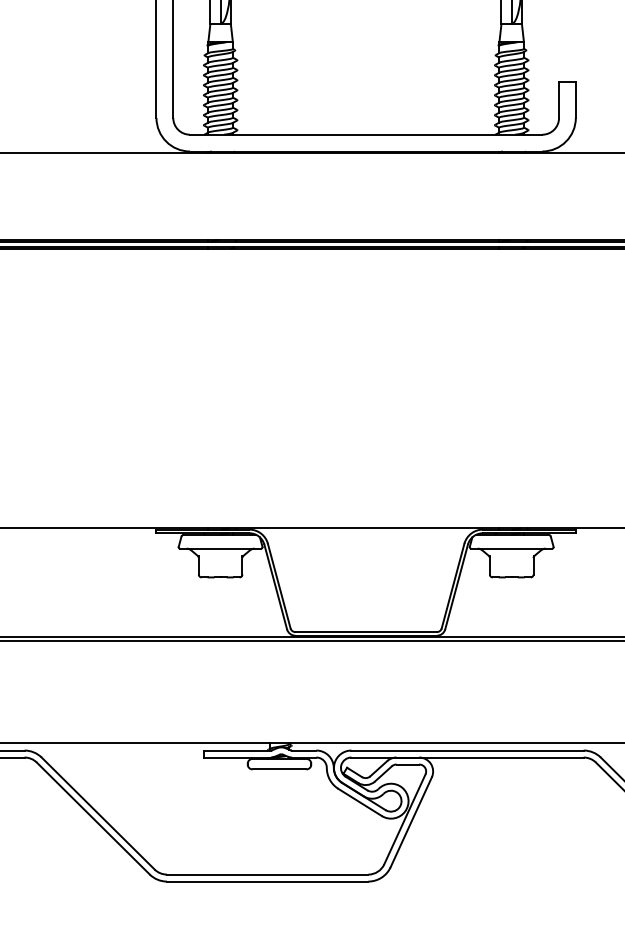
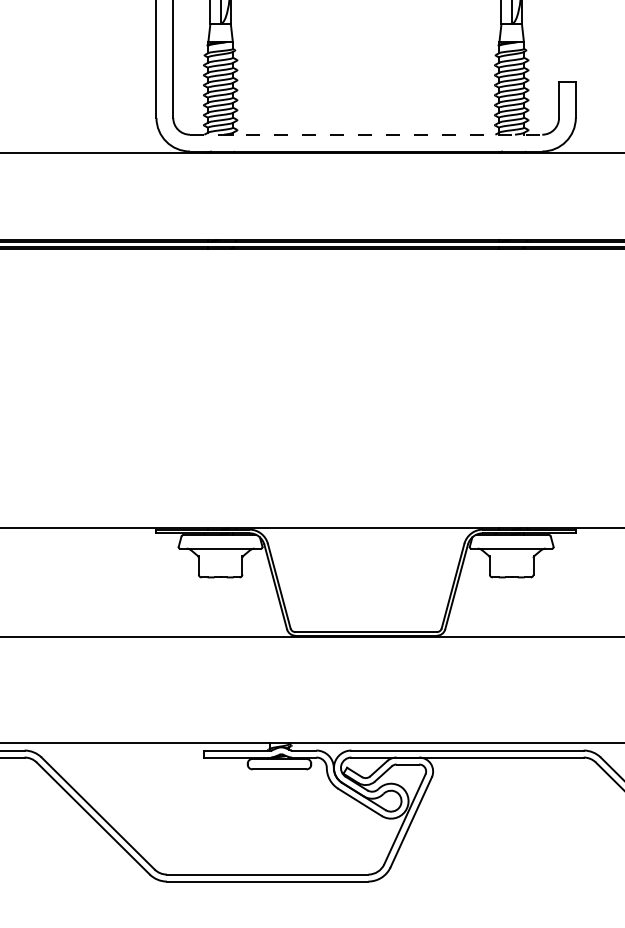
line at (366, 134): solid -> dashed
line at (311, 640): present -> none
